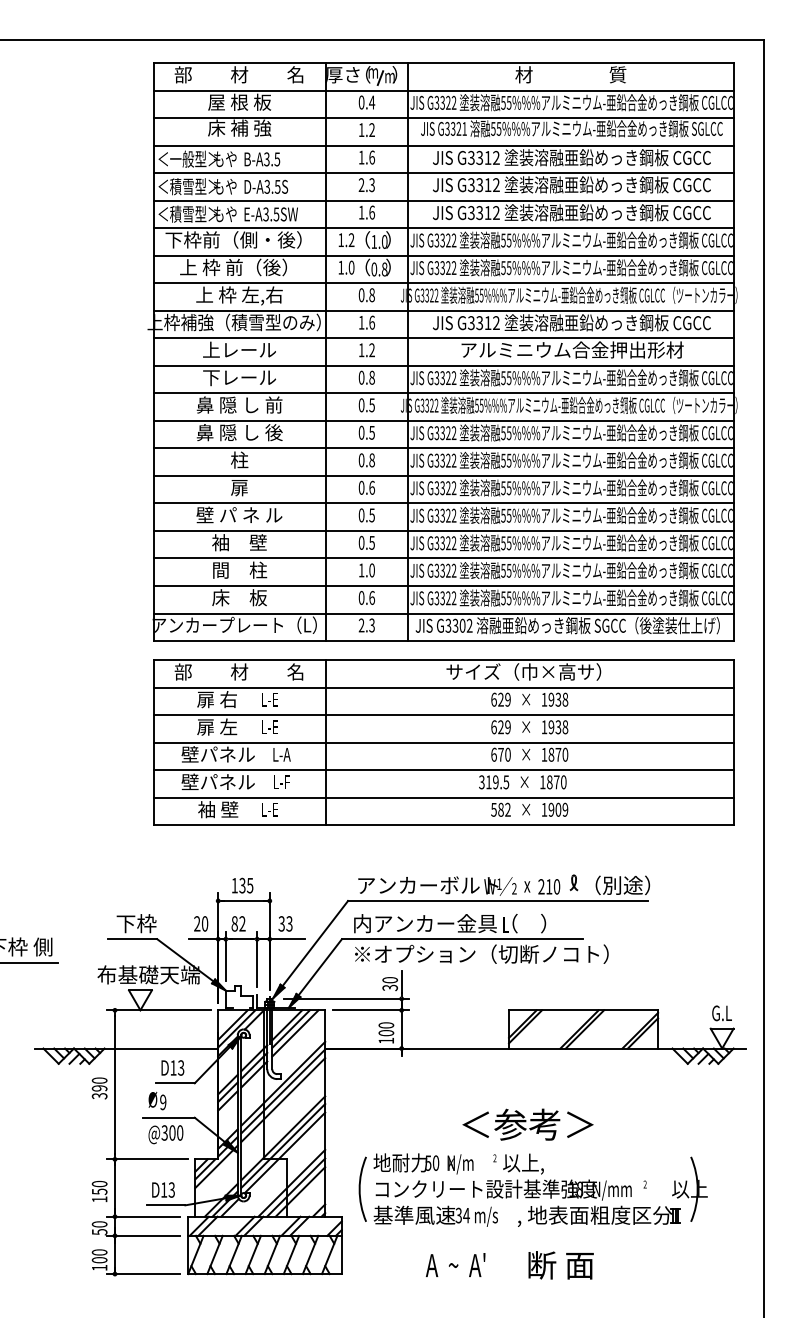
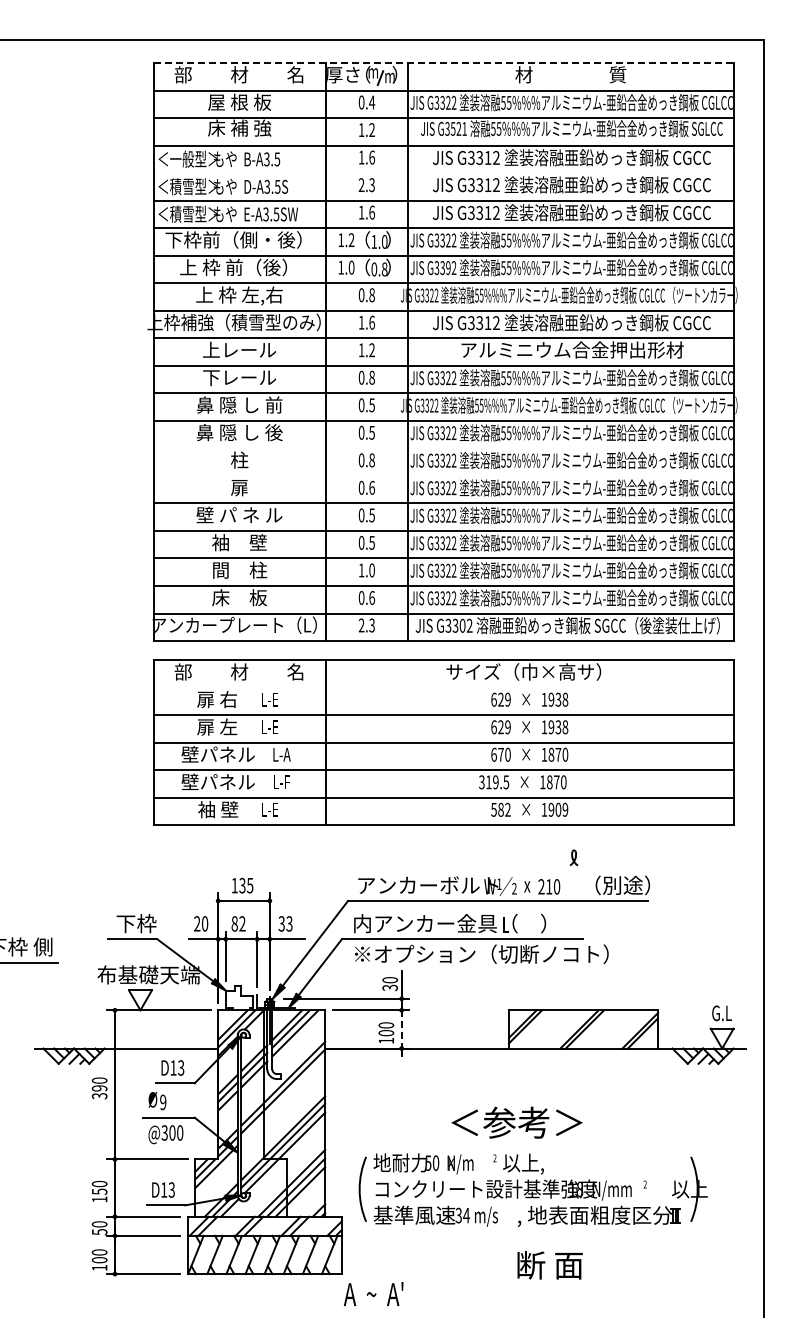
line at (444, 63): solid -> dashed
text at (453, 128): G3321 -> G3521
line at (443, 173): present -> none
text at (448, 268): G3322 -> G3392
line at (443, 448): present -> none
line at (443, 475): present -> none
line at (443, 687): present -> none
part at (573, 882) position: (573, 882) -> (573, 857)
line at (401, 1029): solid -> dashed
line at (283, 1100): present -> none
text at (527, 1124) position: (527, 1124) -> (516, 1122)
text at (455, 1264) position: (455, 1264) -> (373, 1293)
text at (560, 1265) position: (560, 1265) -> (549, 1265)
